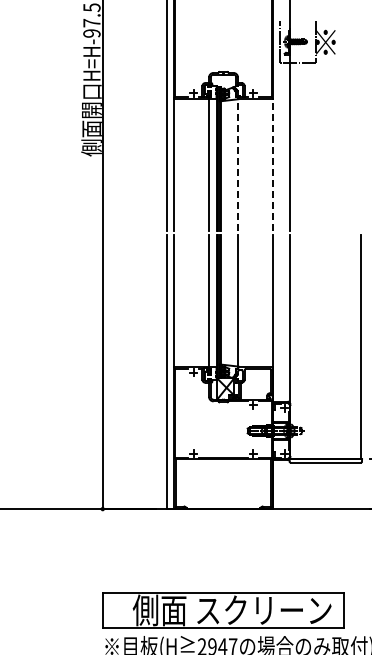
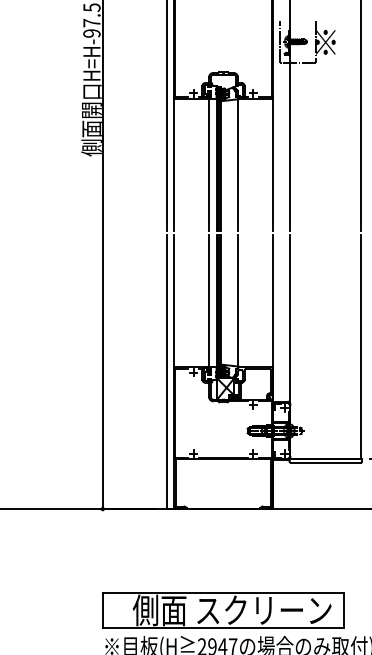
line at (361, 116): none -> present
line at (273, 164): dashed -> solid
line at (238, 165): dashed -> solid
